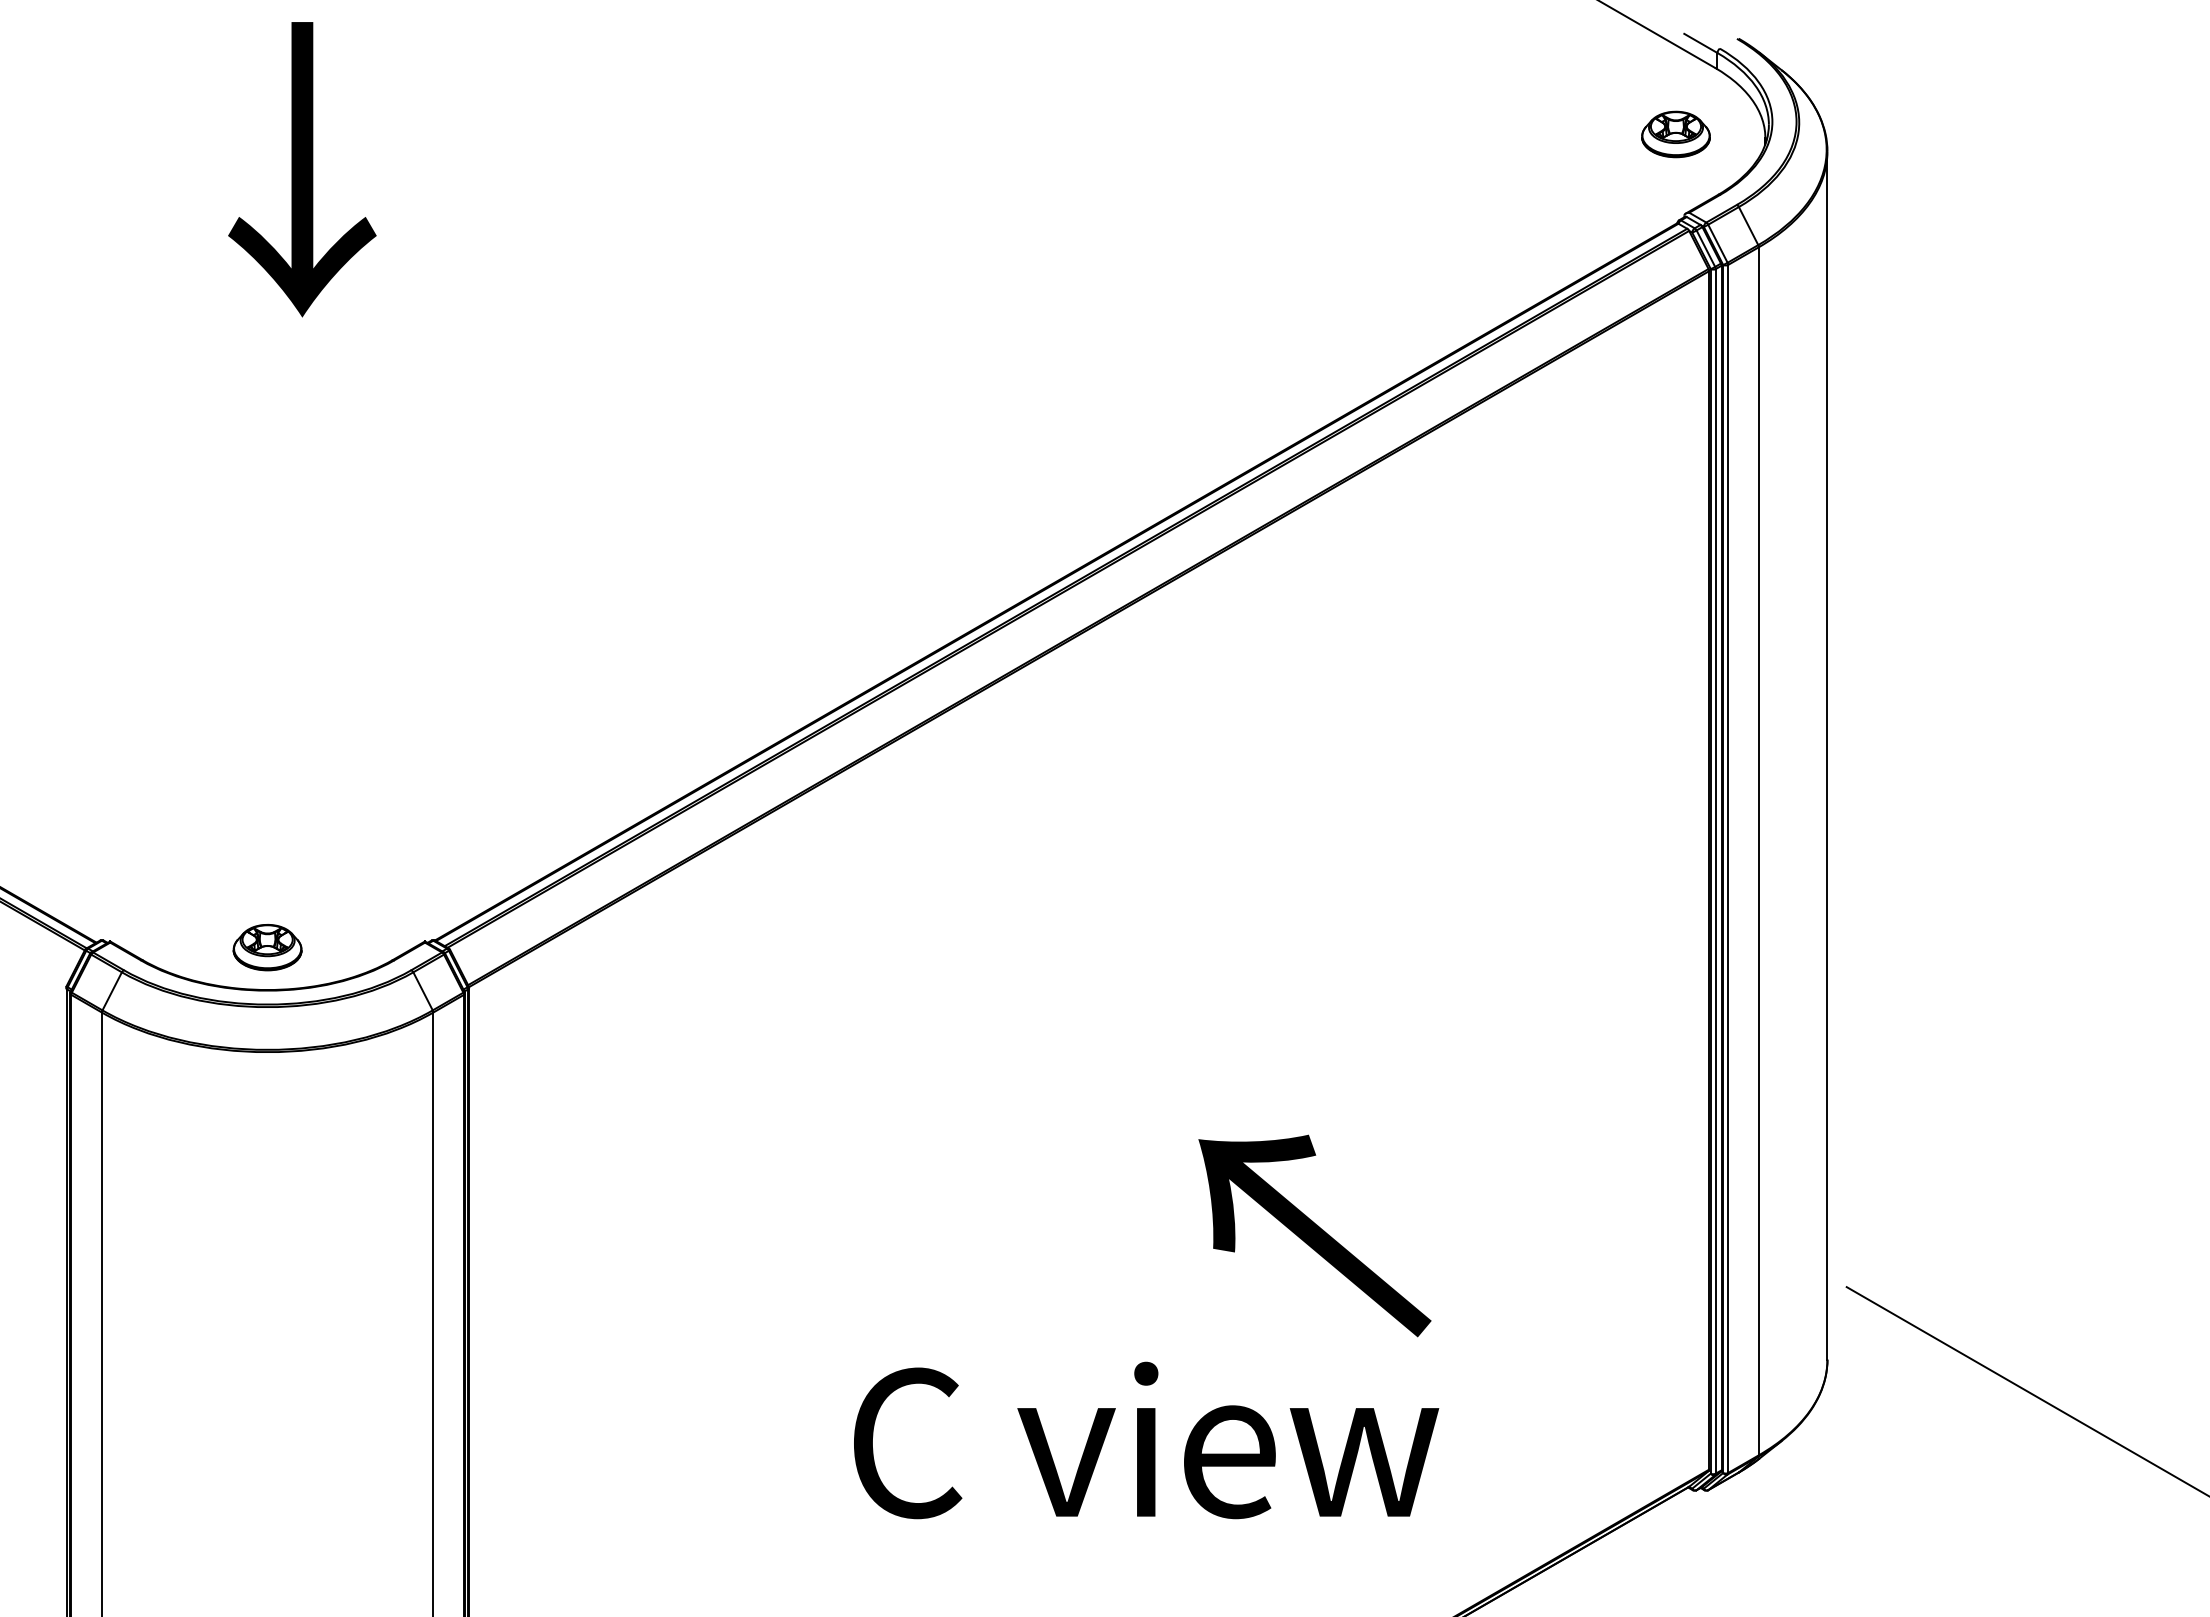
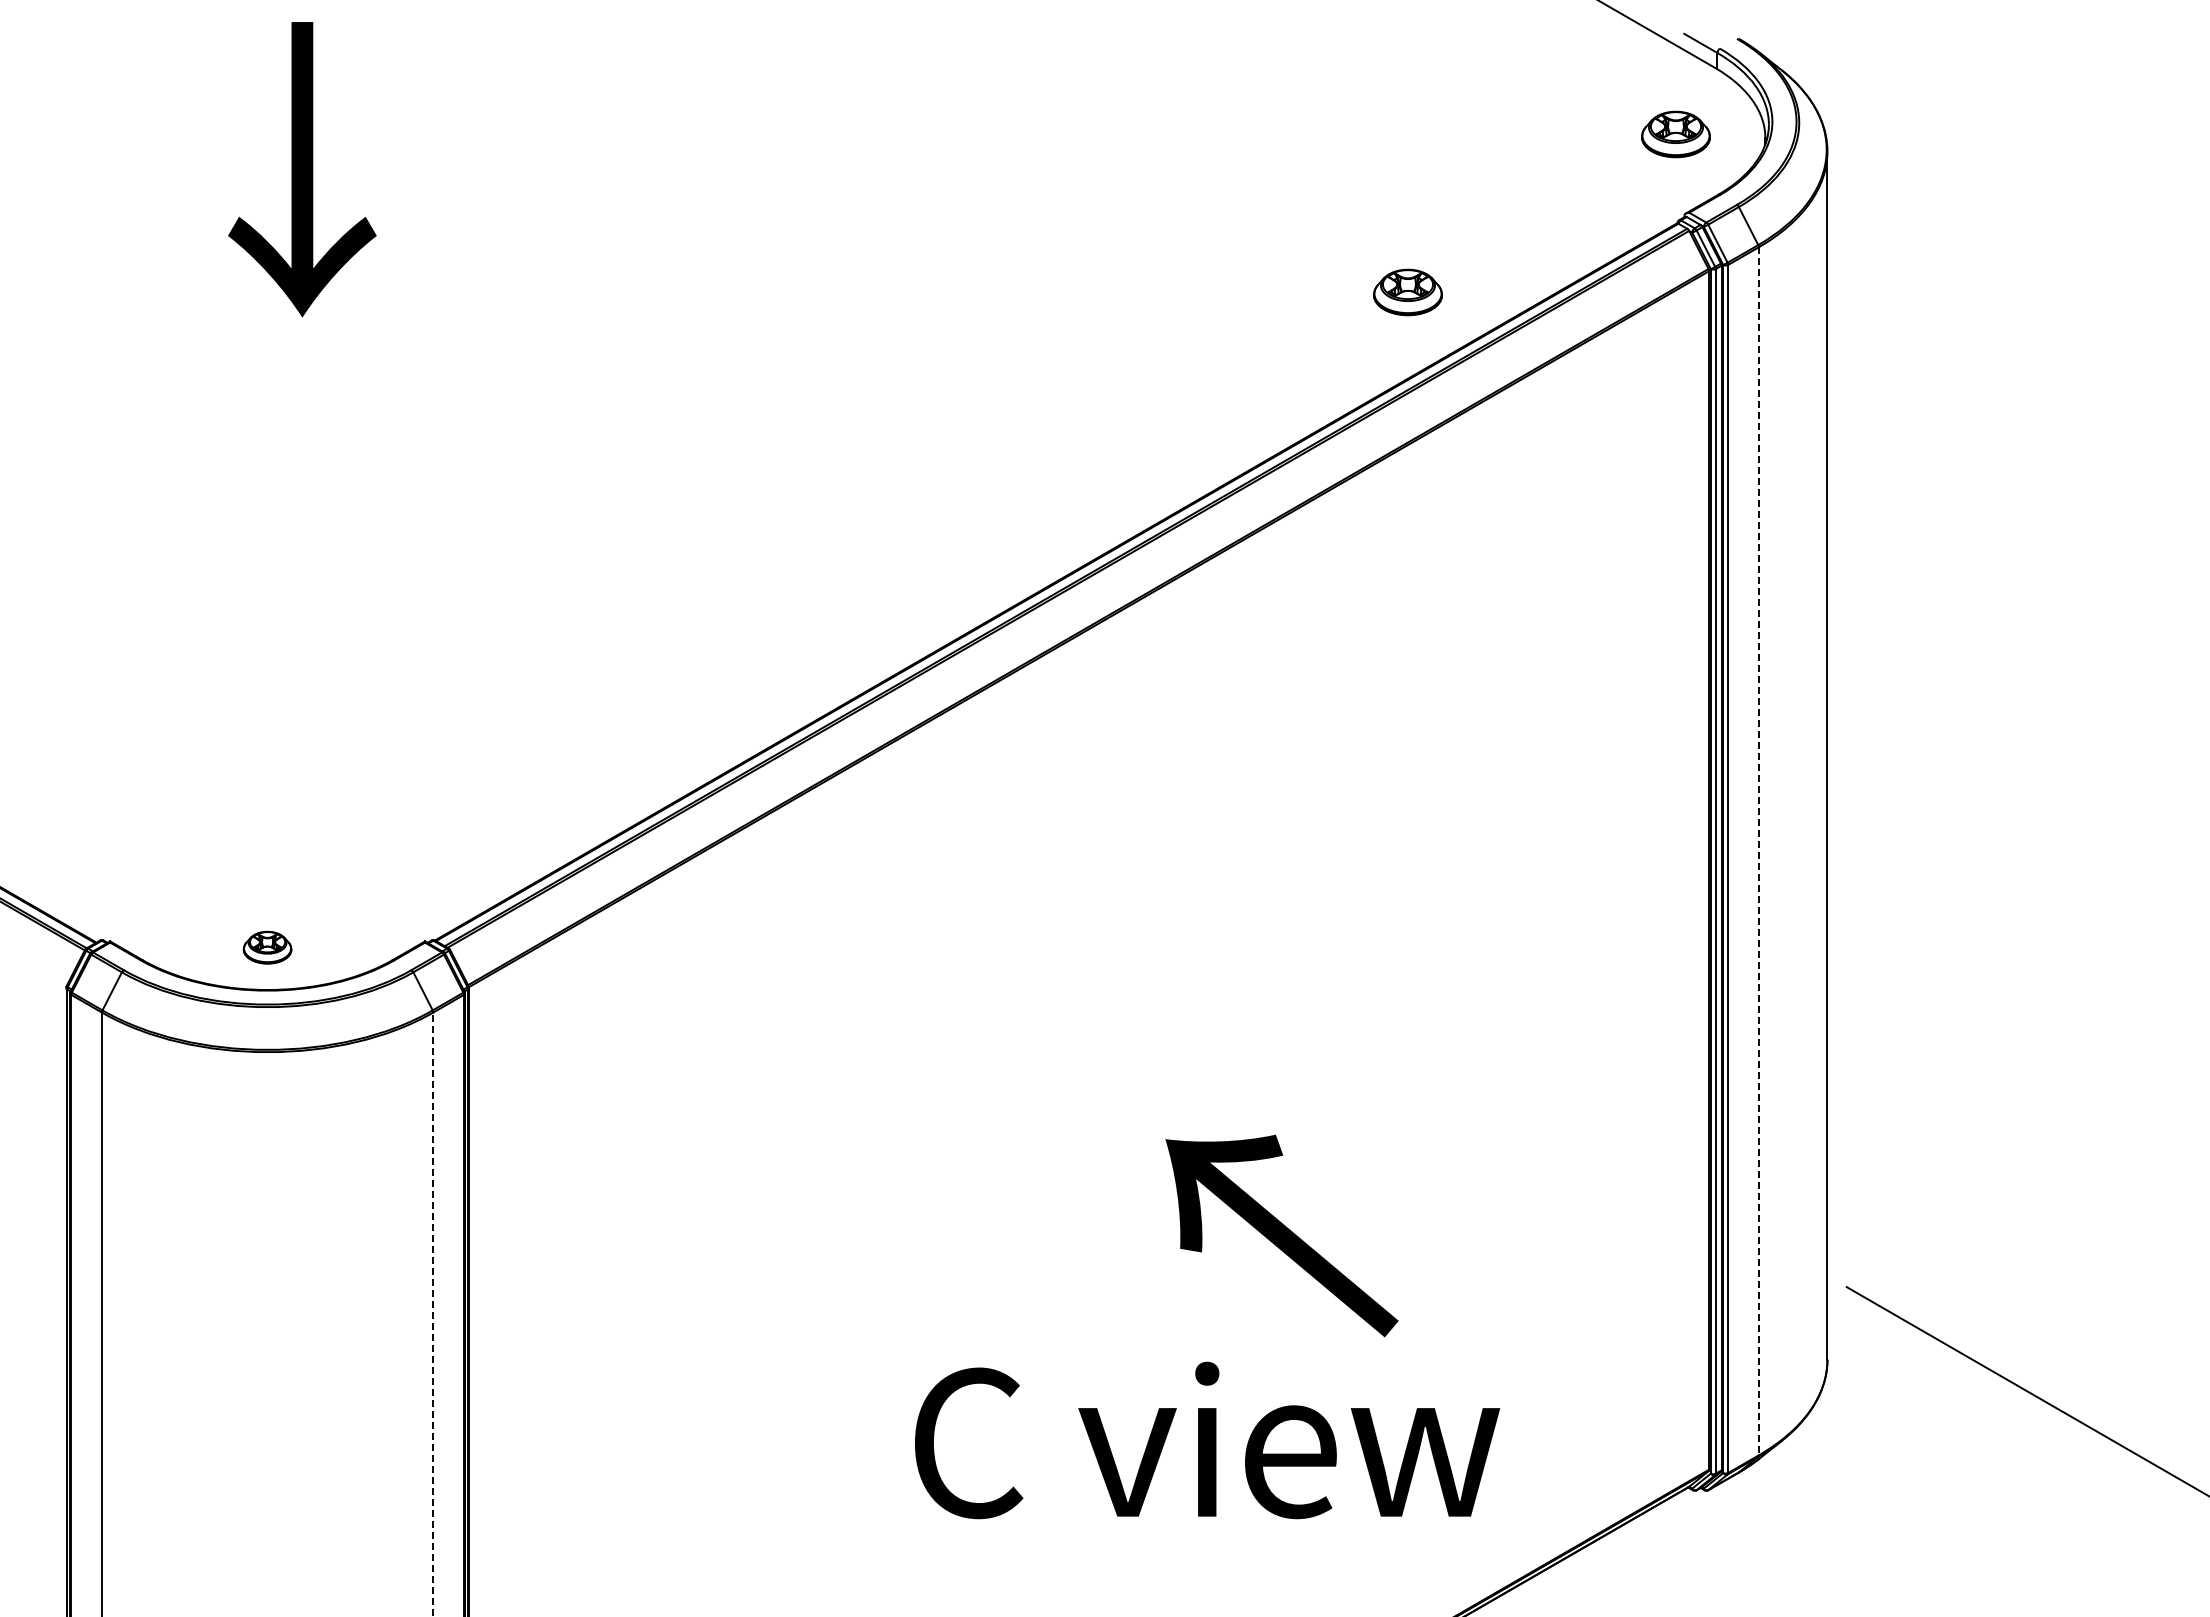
part at (1407, 292): none -> present
line at (1758, 851): solid -> dashed
part at (267, 947) size: 71x48 px -> 51x35 px
text at (1314, 1235) position: (1314, 1235) -> (1281, 1235)
line at (433, 1314): solid -> dashed
text at (1146, 1440) position: (1146, 1440) -> (1207, 1440)
